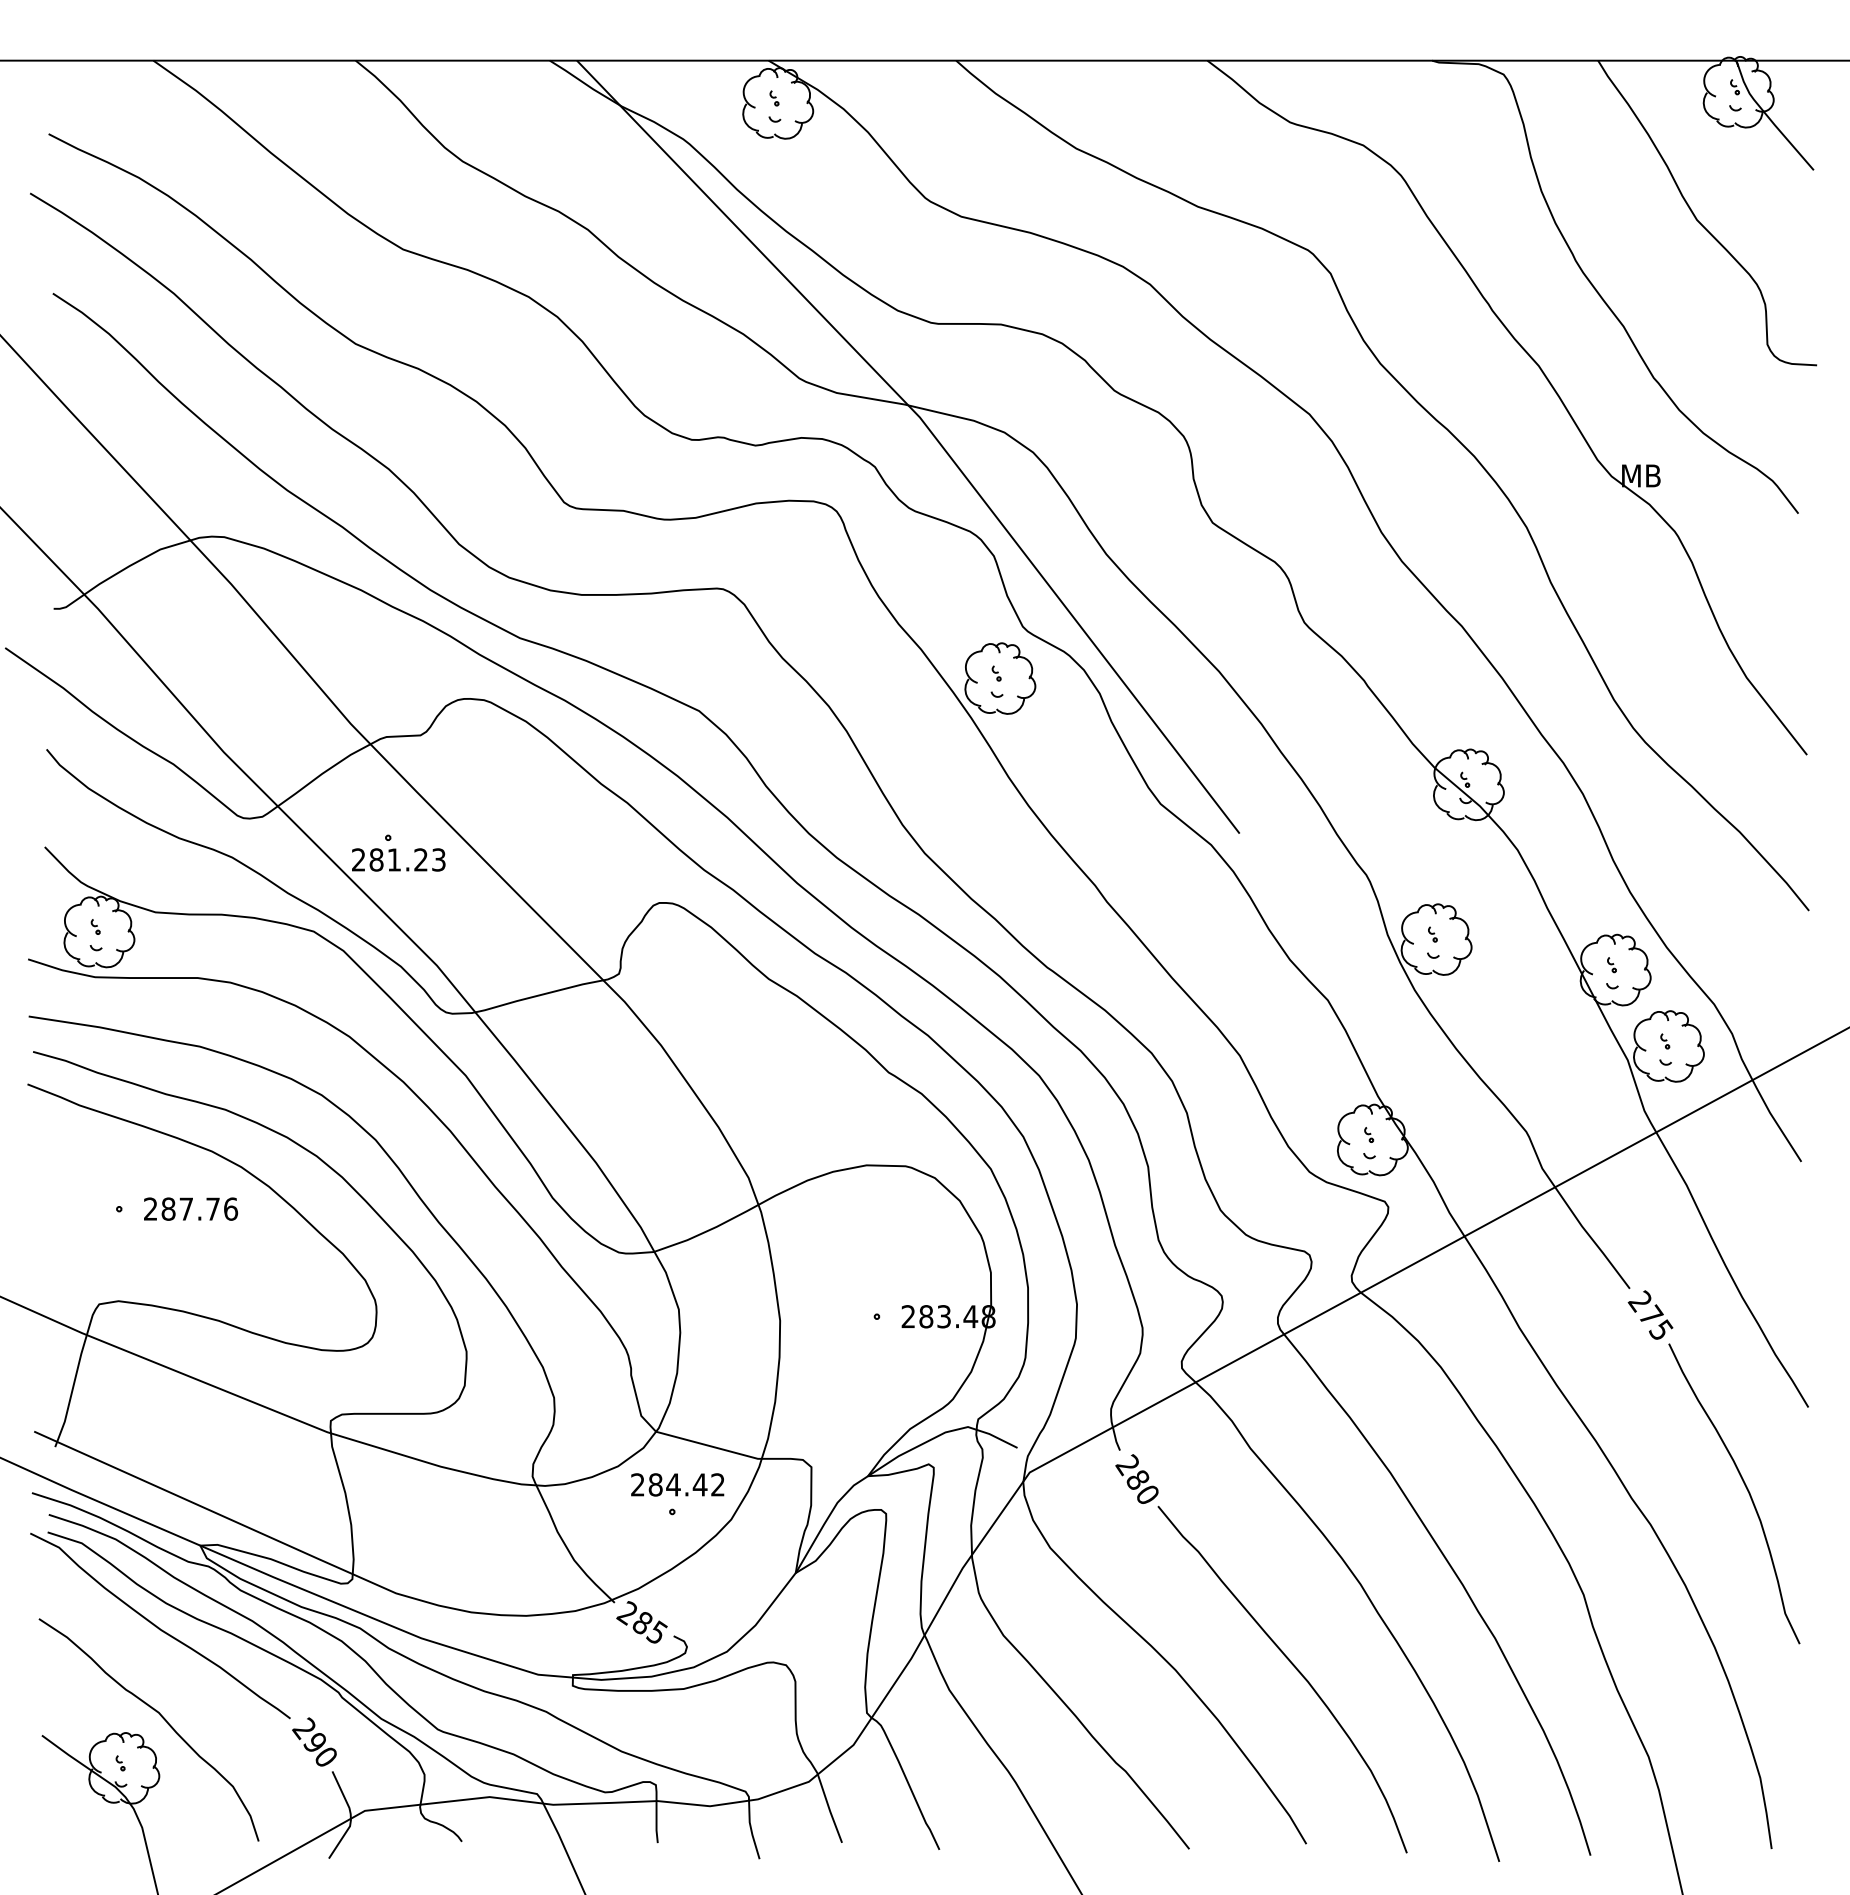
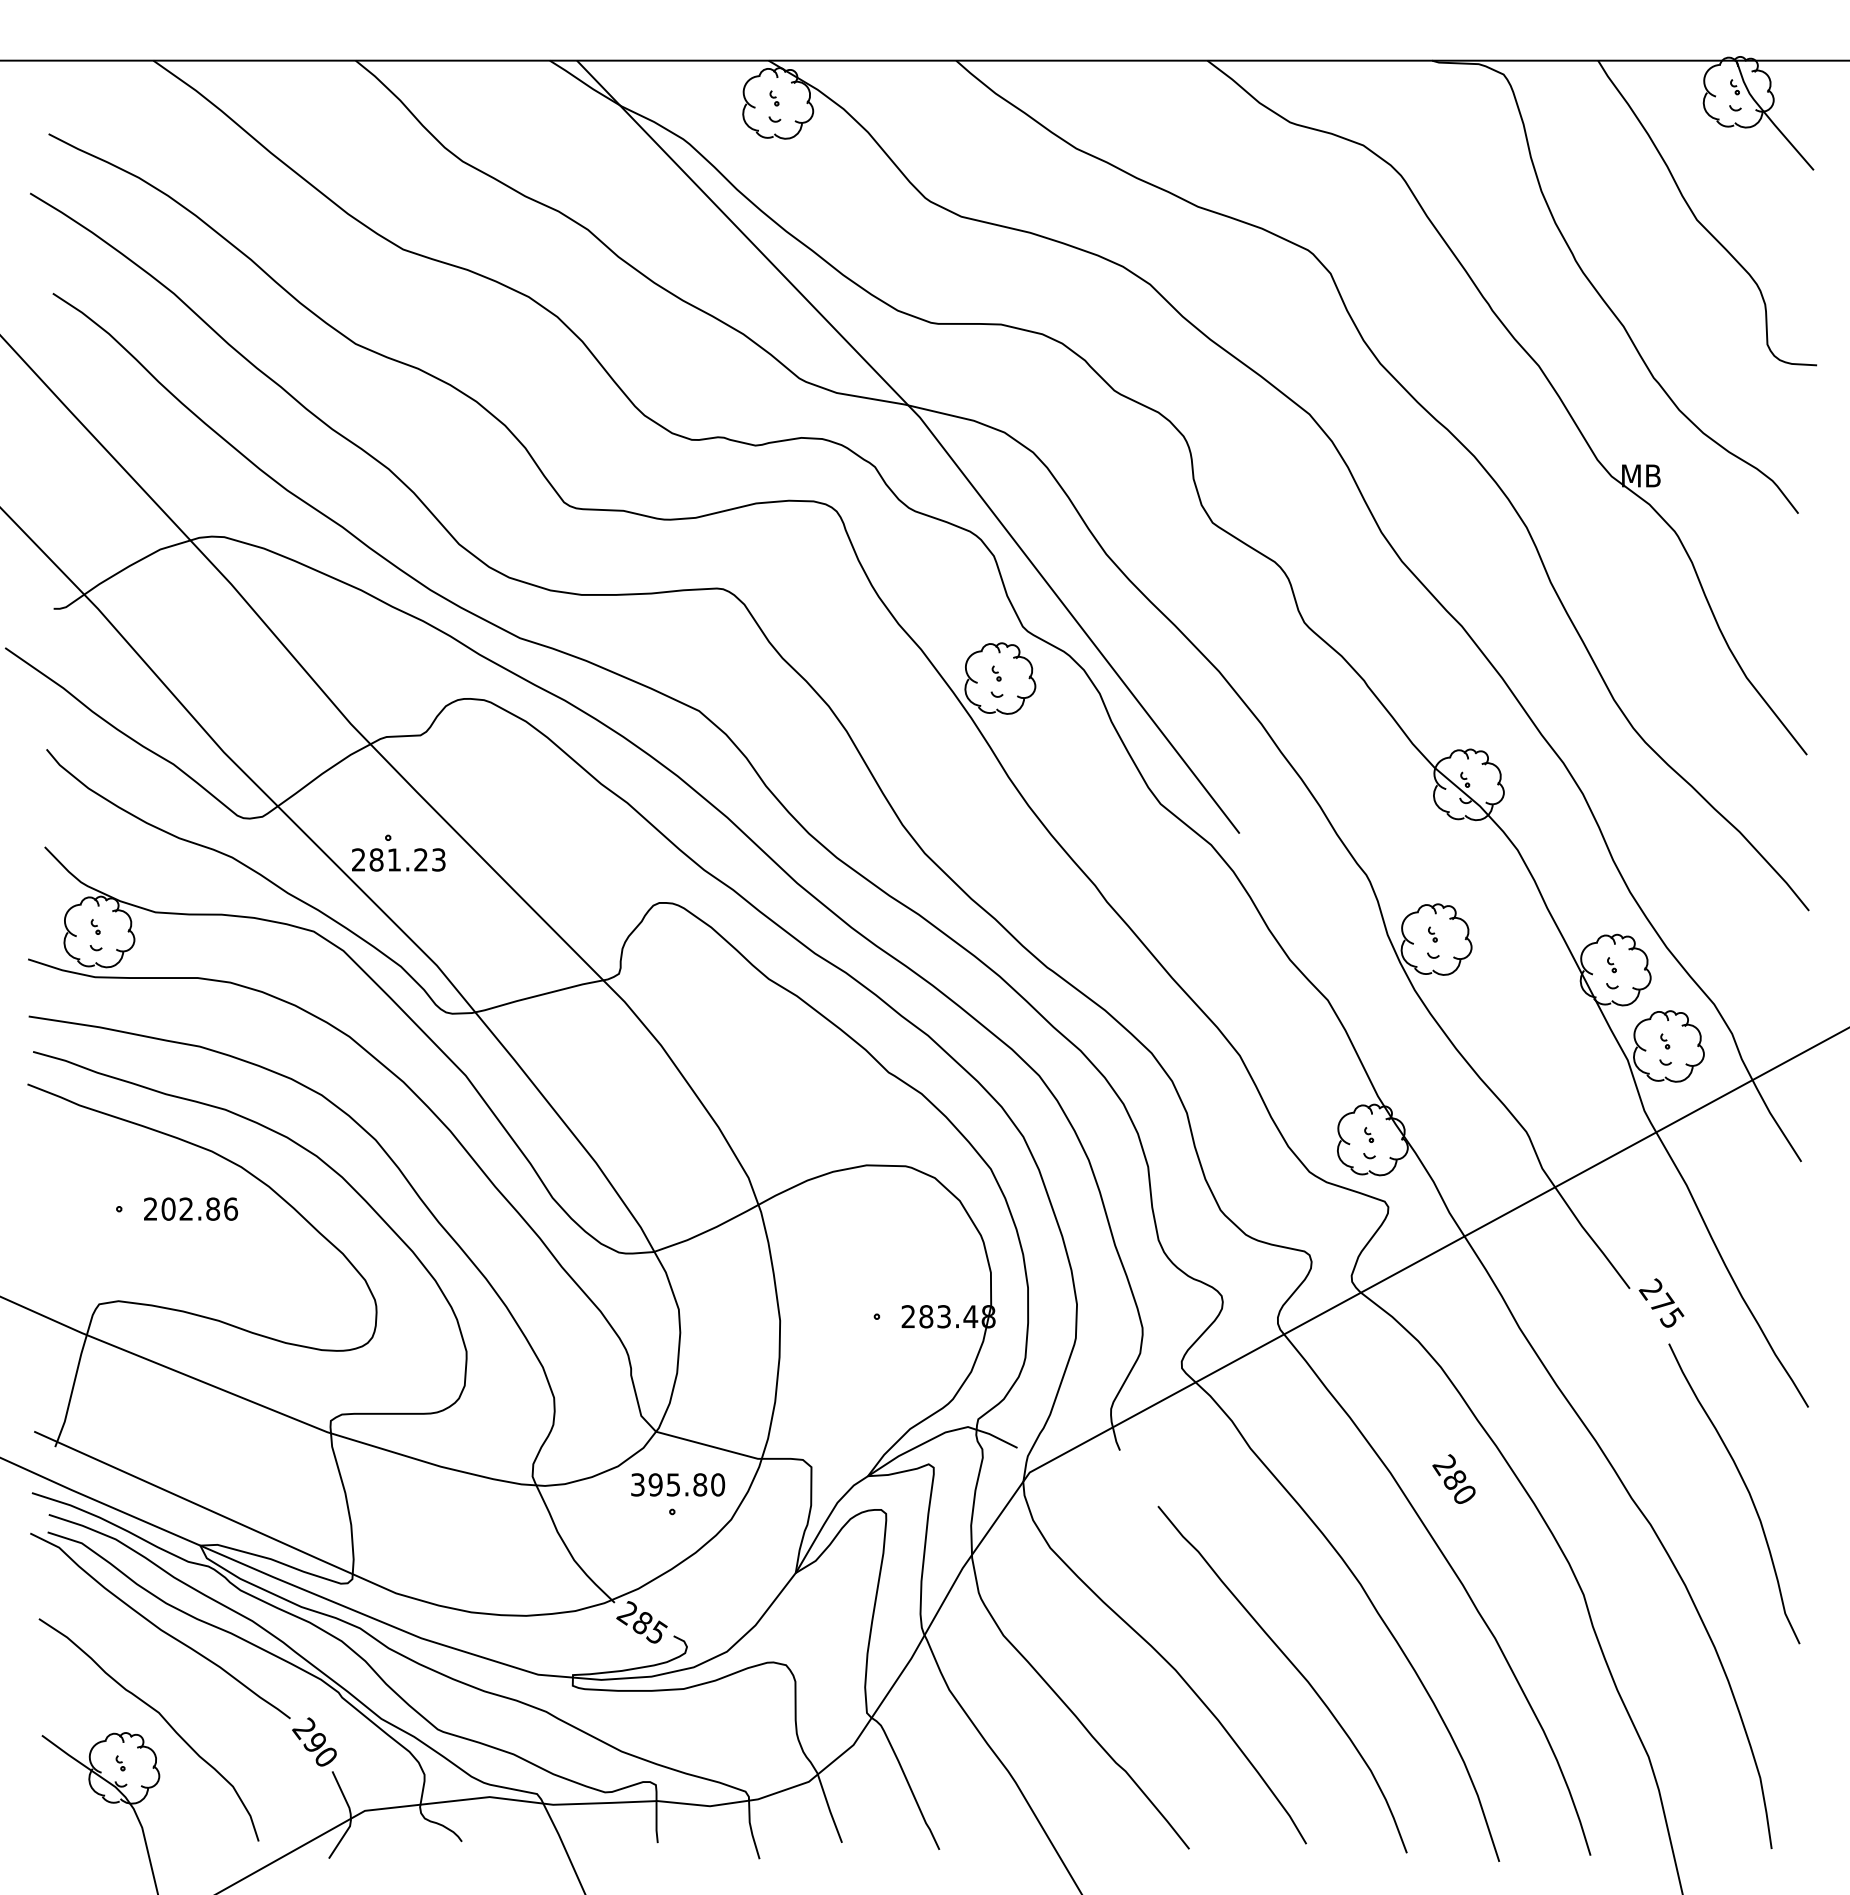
text at (190, 1208): 287.76 -> 202.86
text at (1650, 1314) position: (1650, 1314) -> (1661, 1302)
text at (1136, 1478) position: (1136, 1478) -> (1453, 1478)
text at (678, 1484): 284.42 -> 395.80
